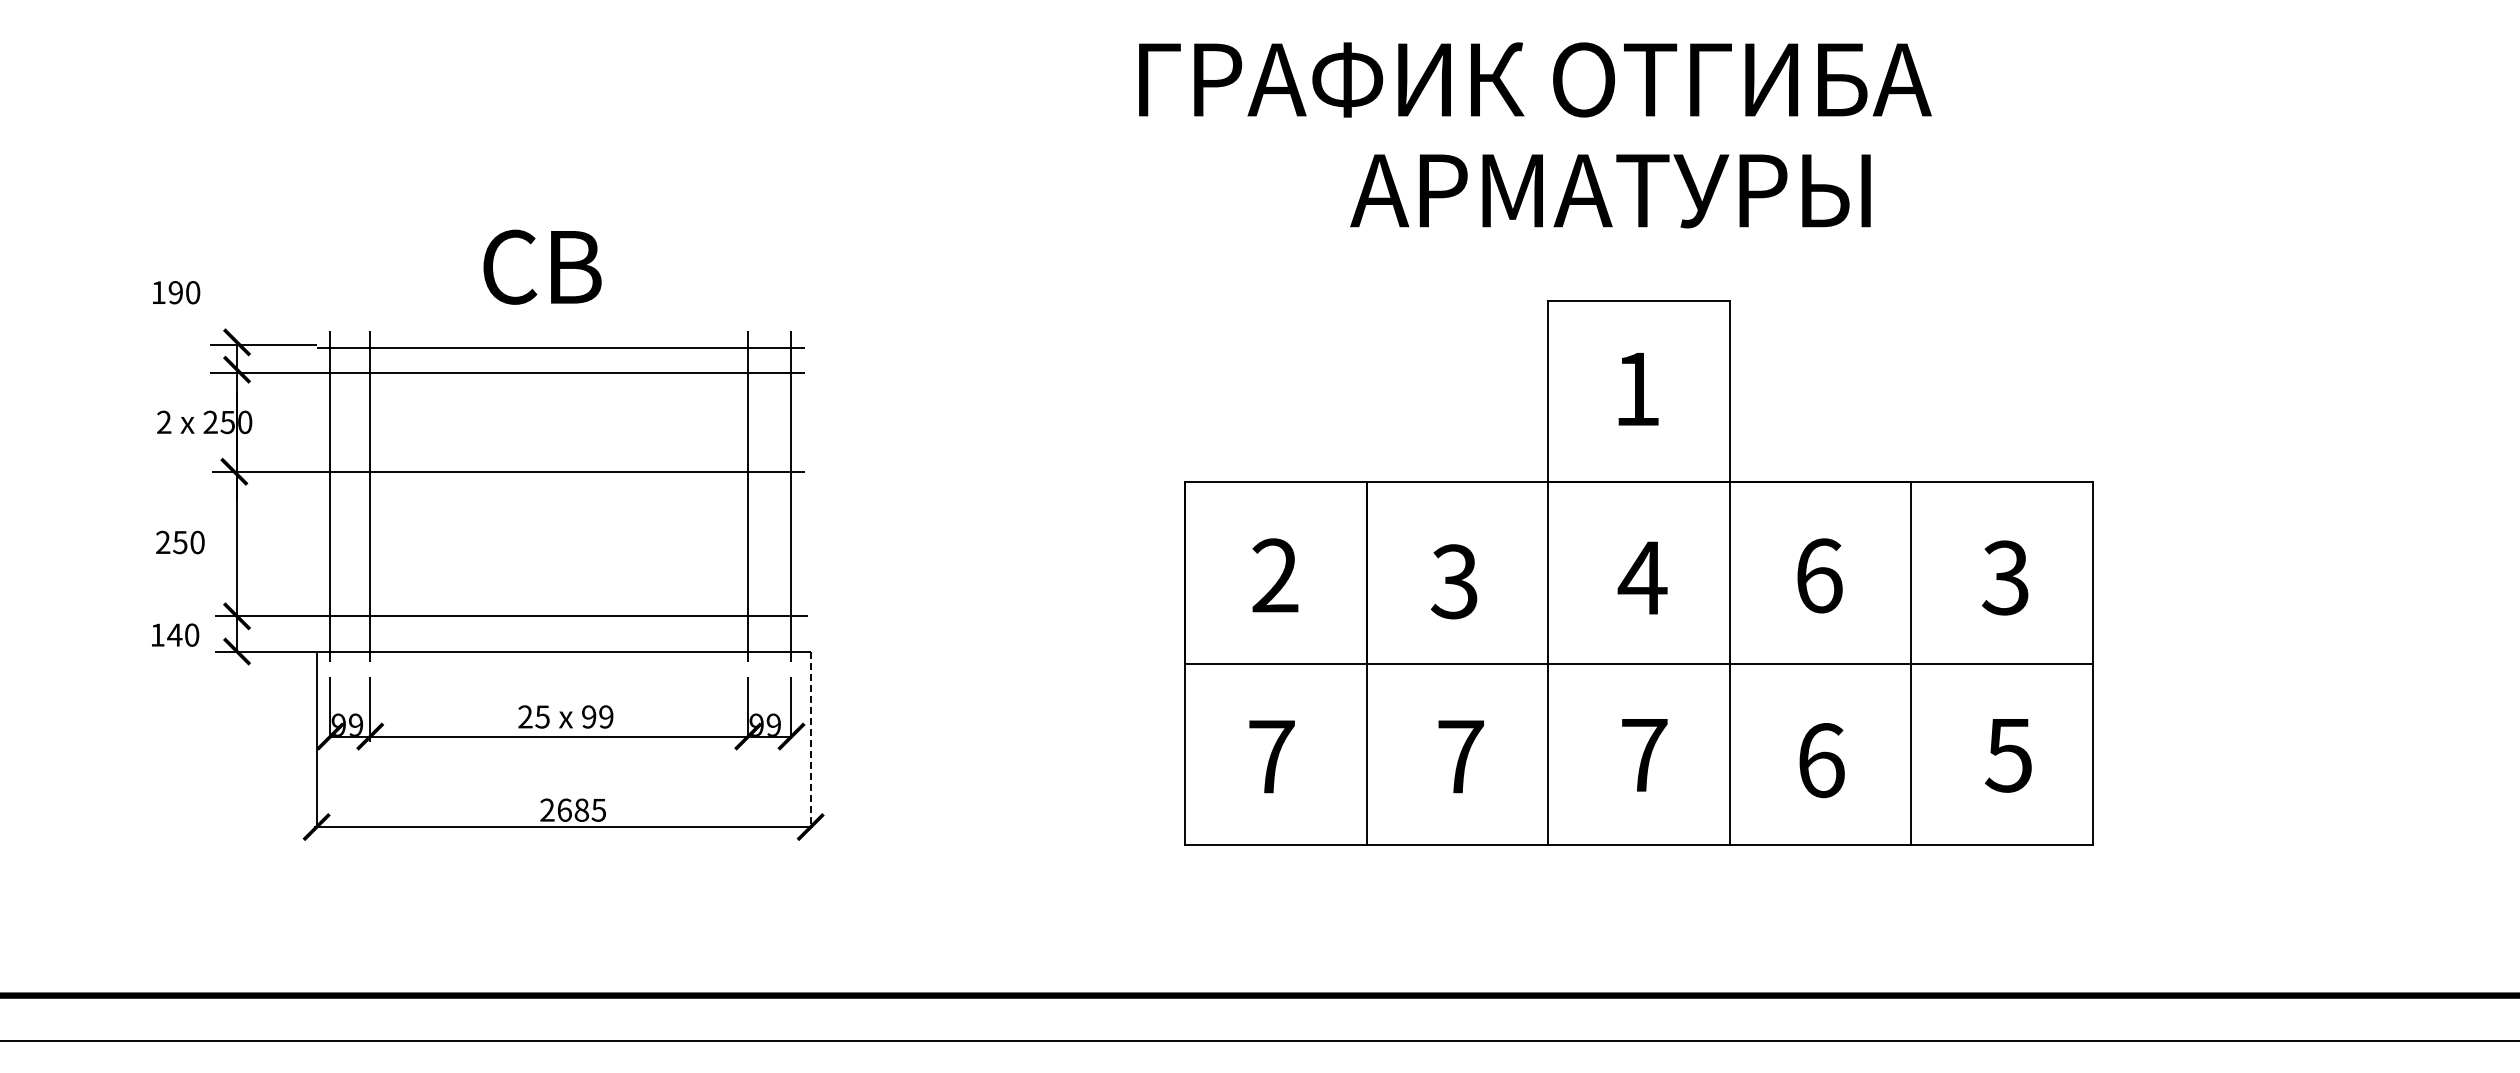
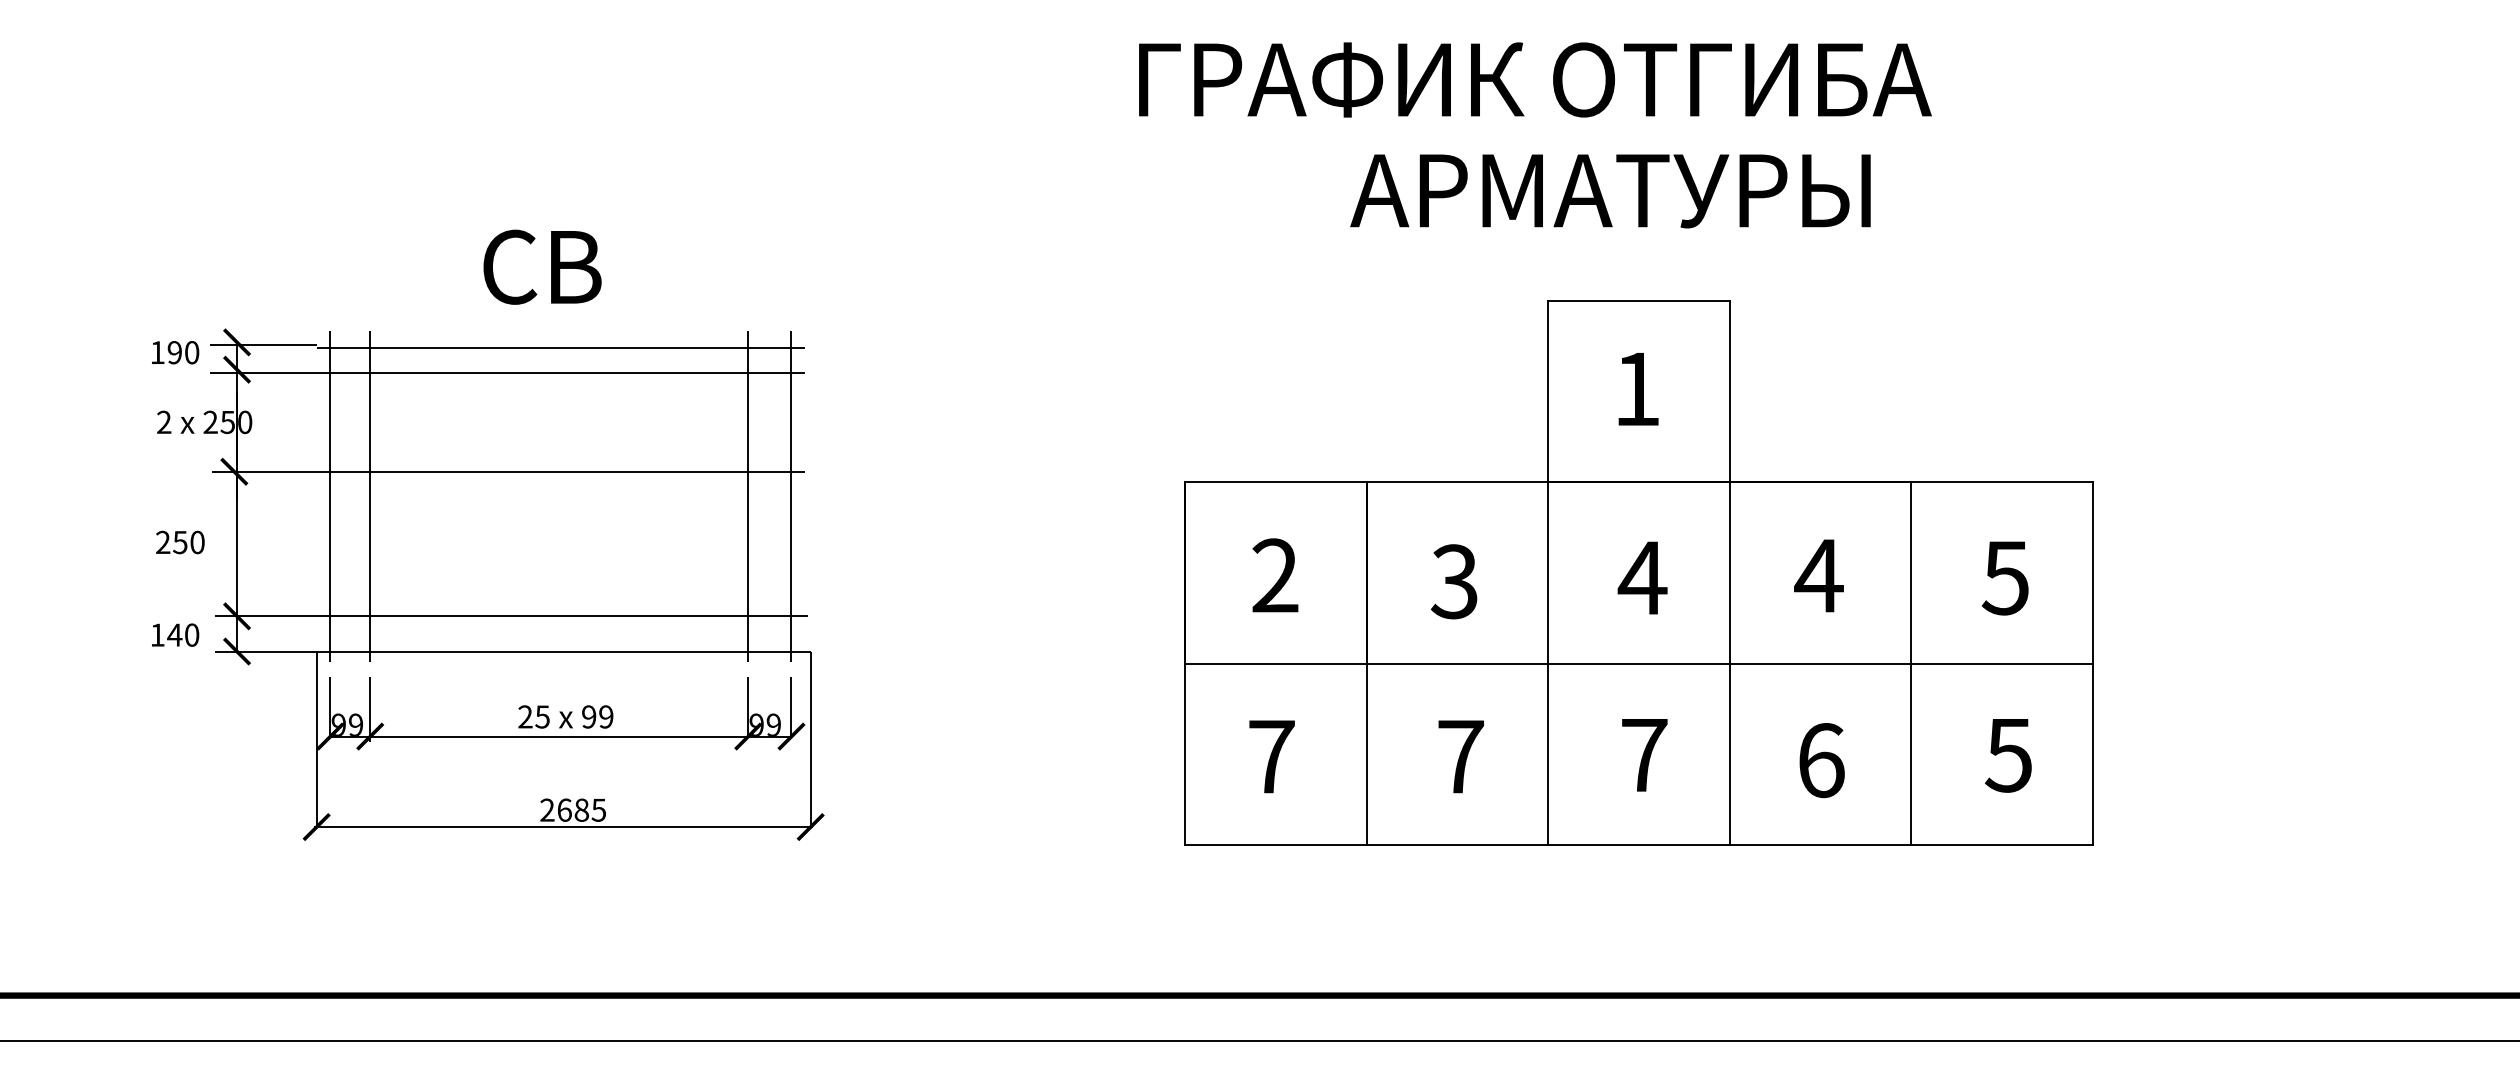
text at (176, 292) position: (176, 292) -> (175, 352)
text at (1818, 575): 6 -> 4
text at (2005, 577): 3 -> 5
line at (810, 739): dashed -> solid
